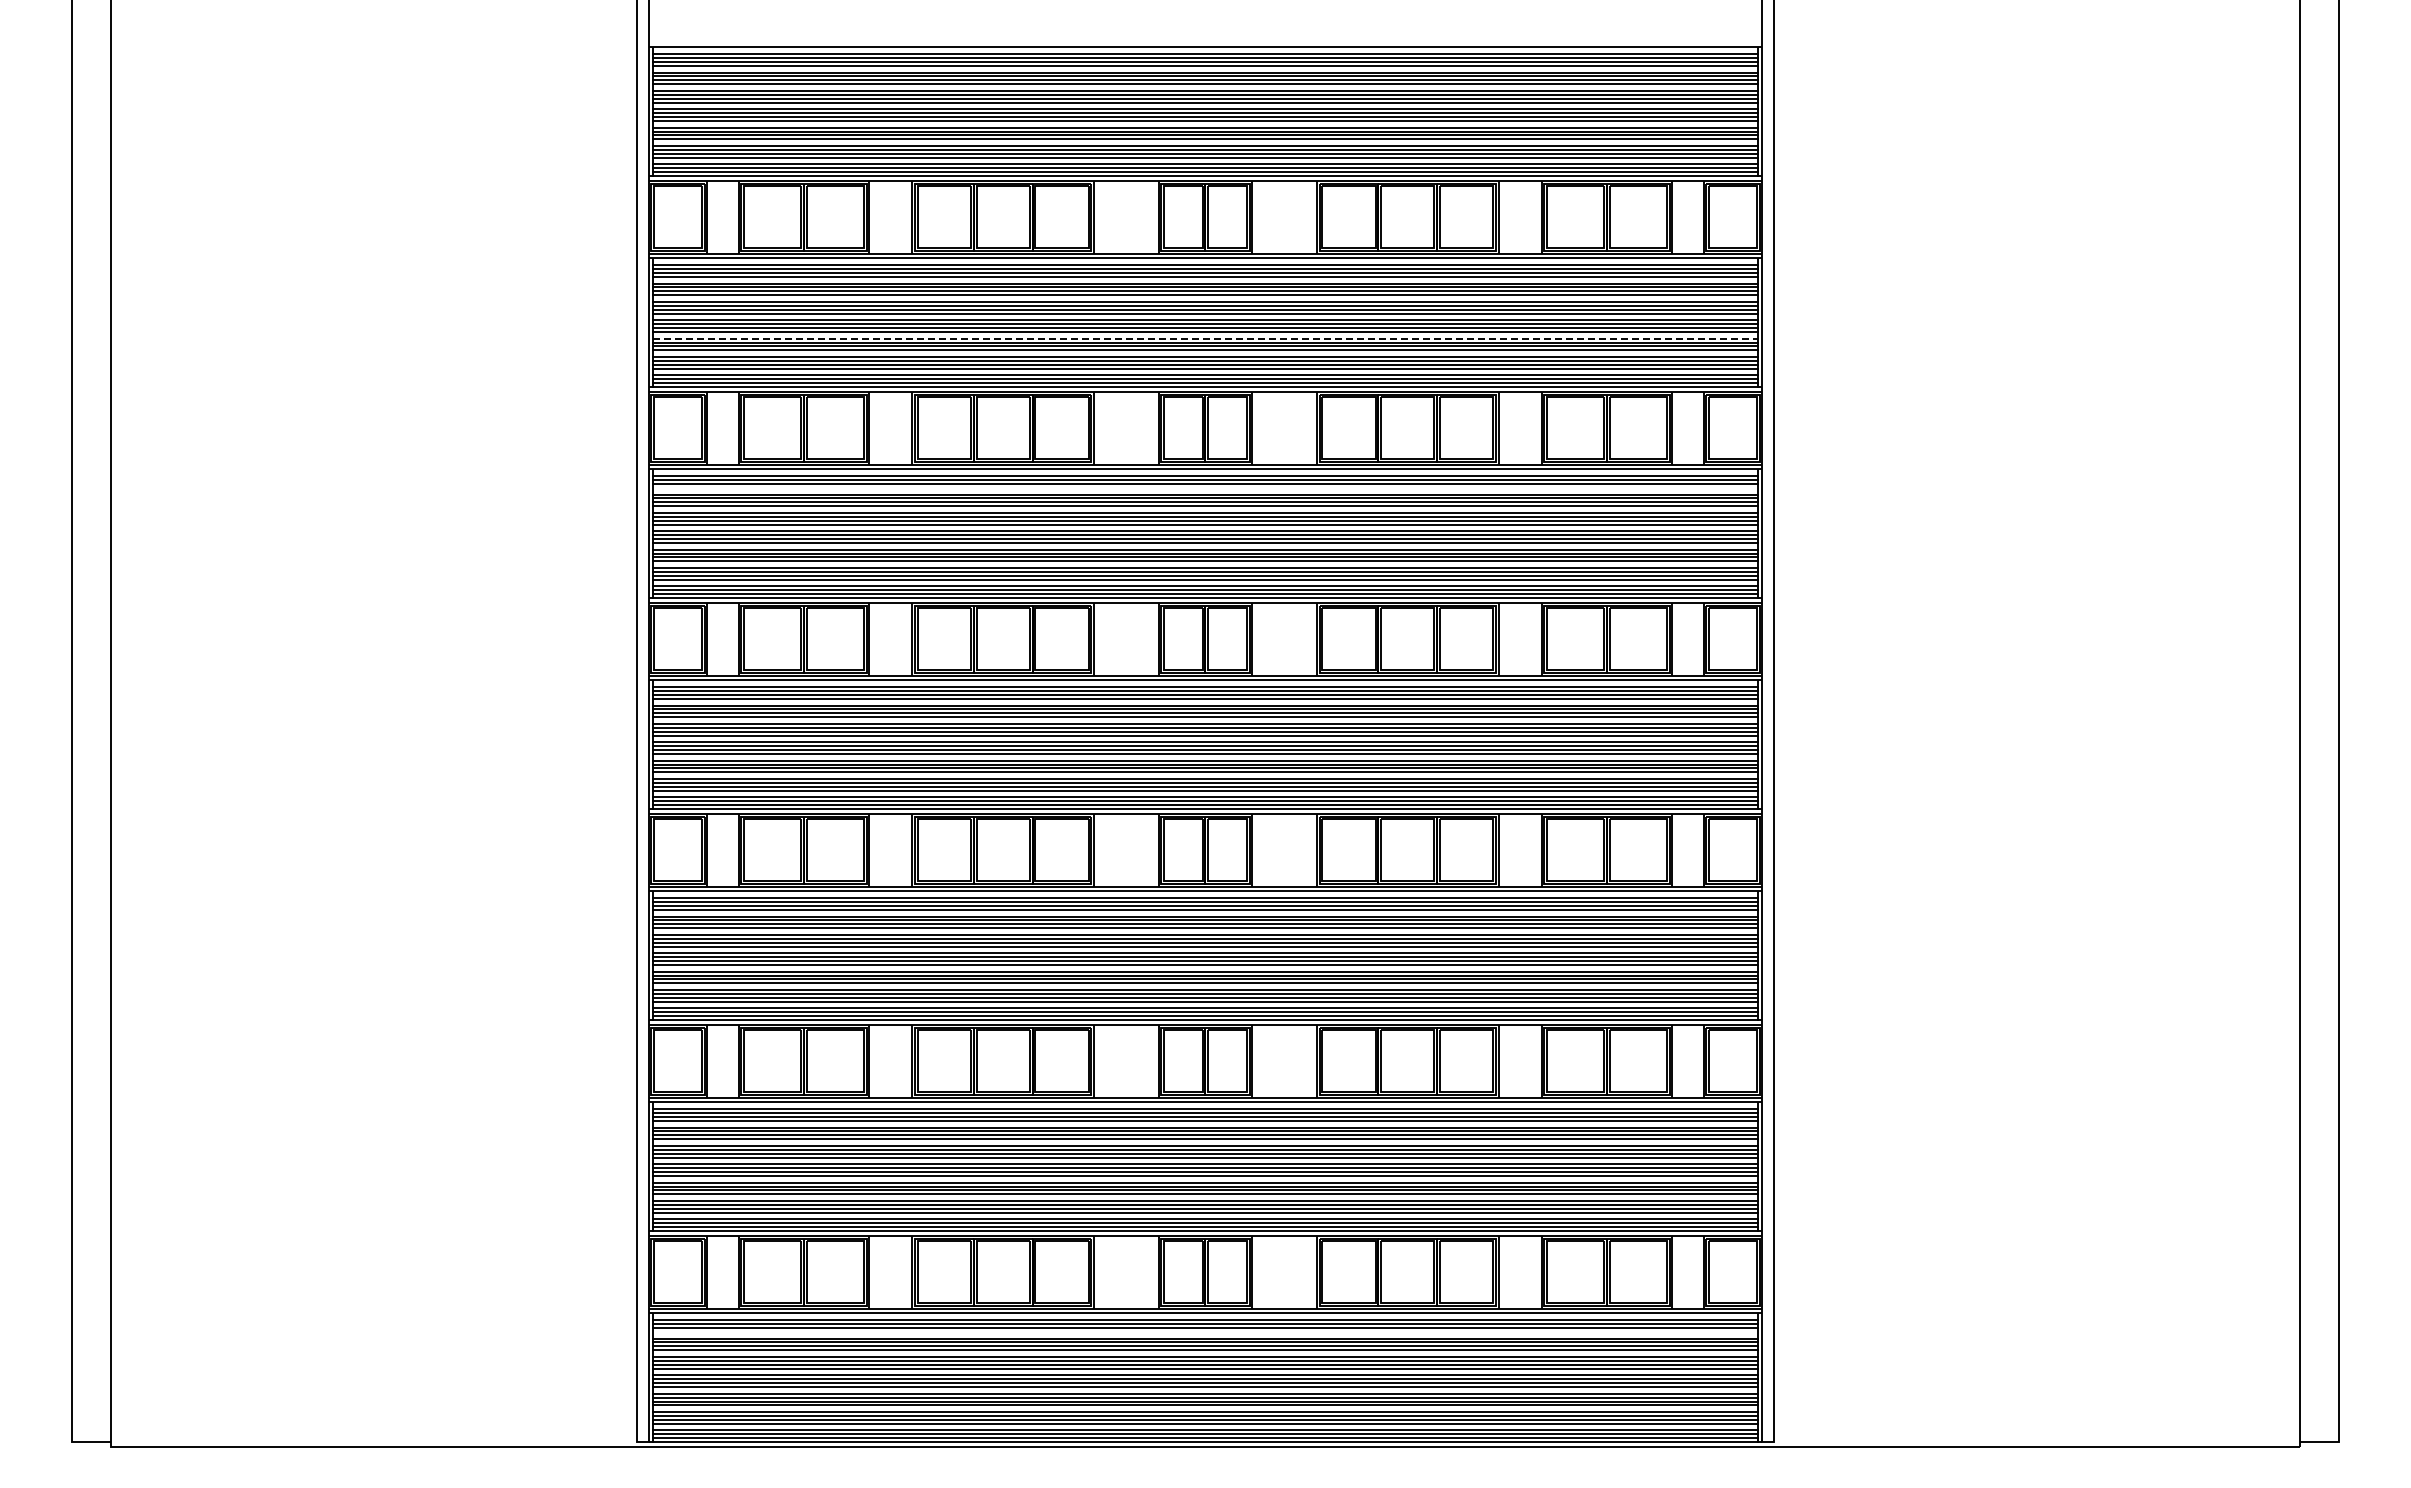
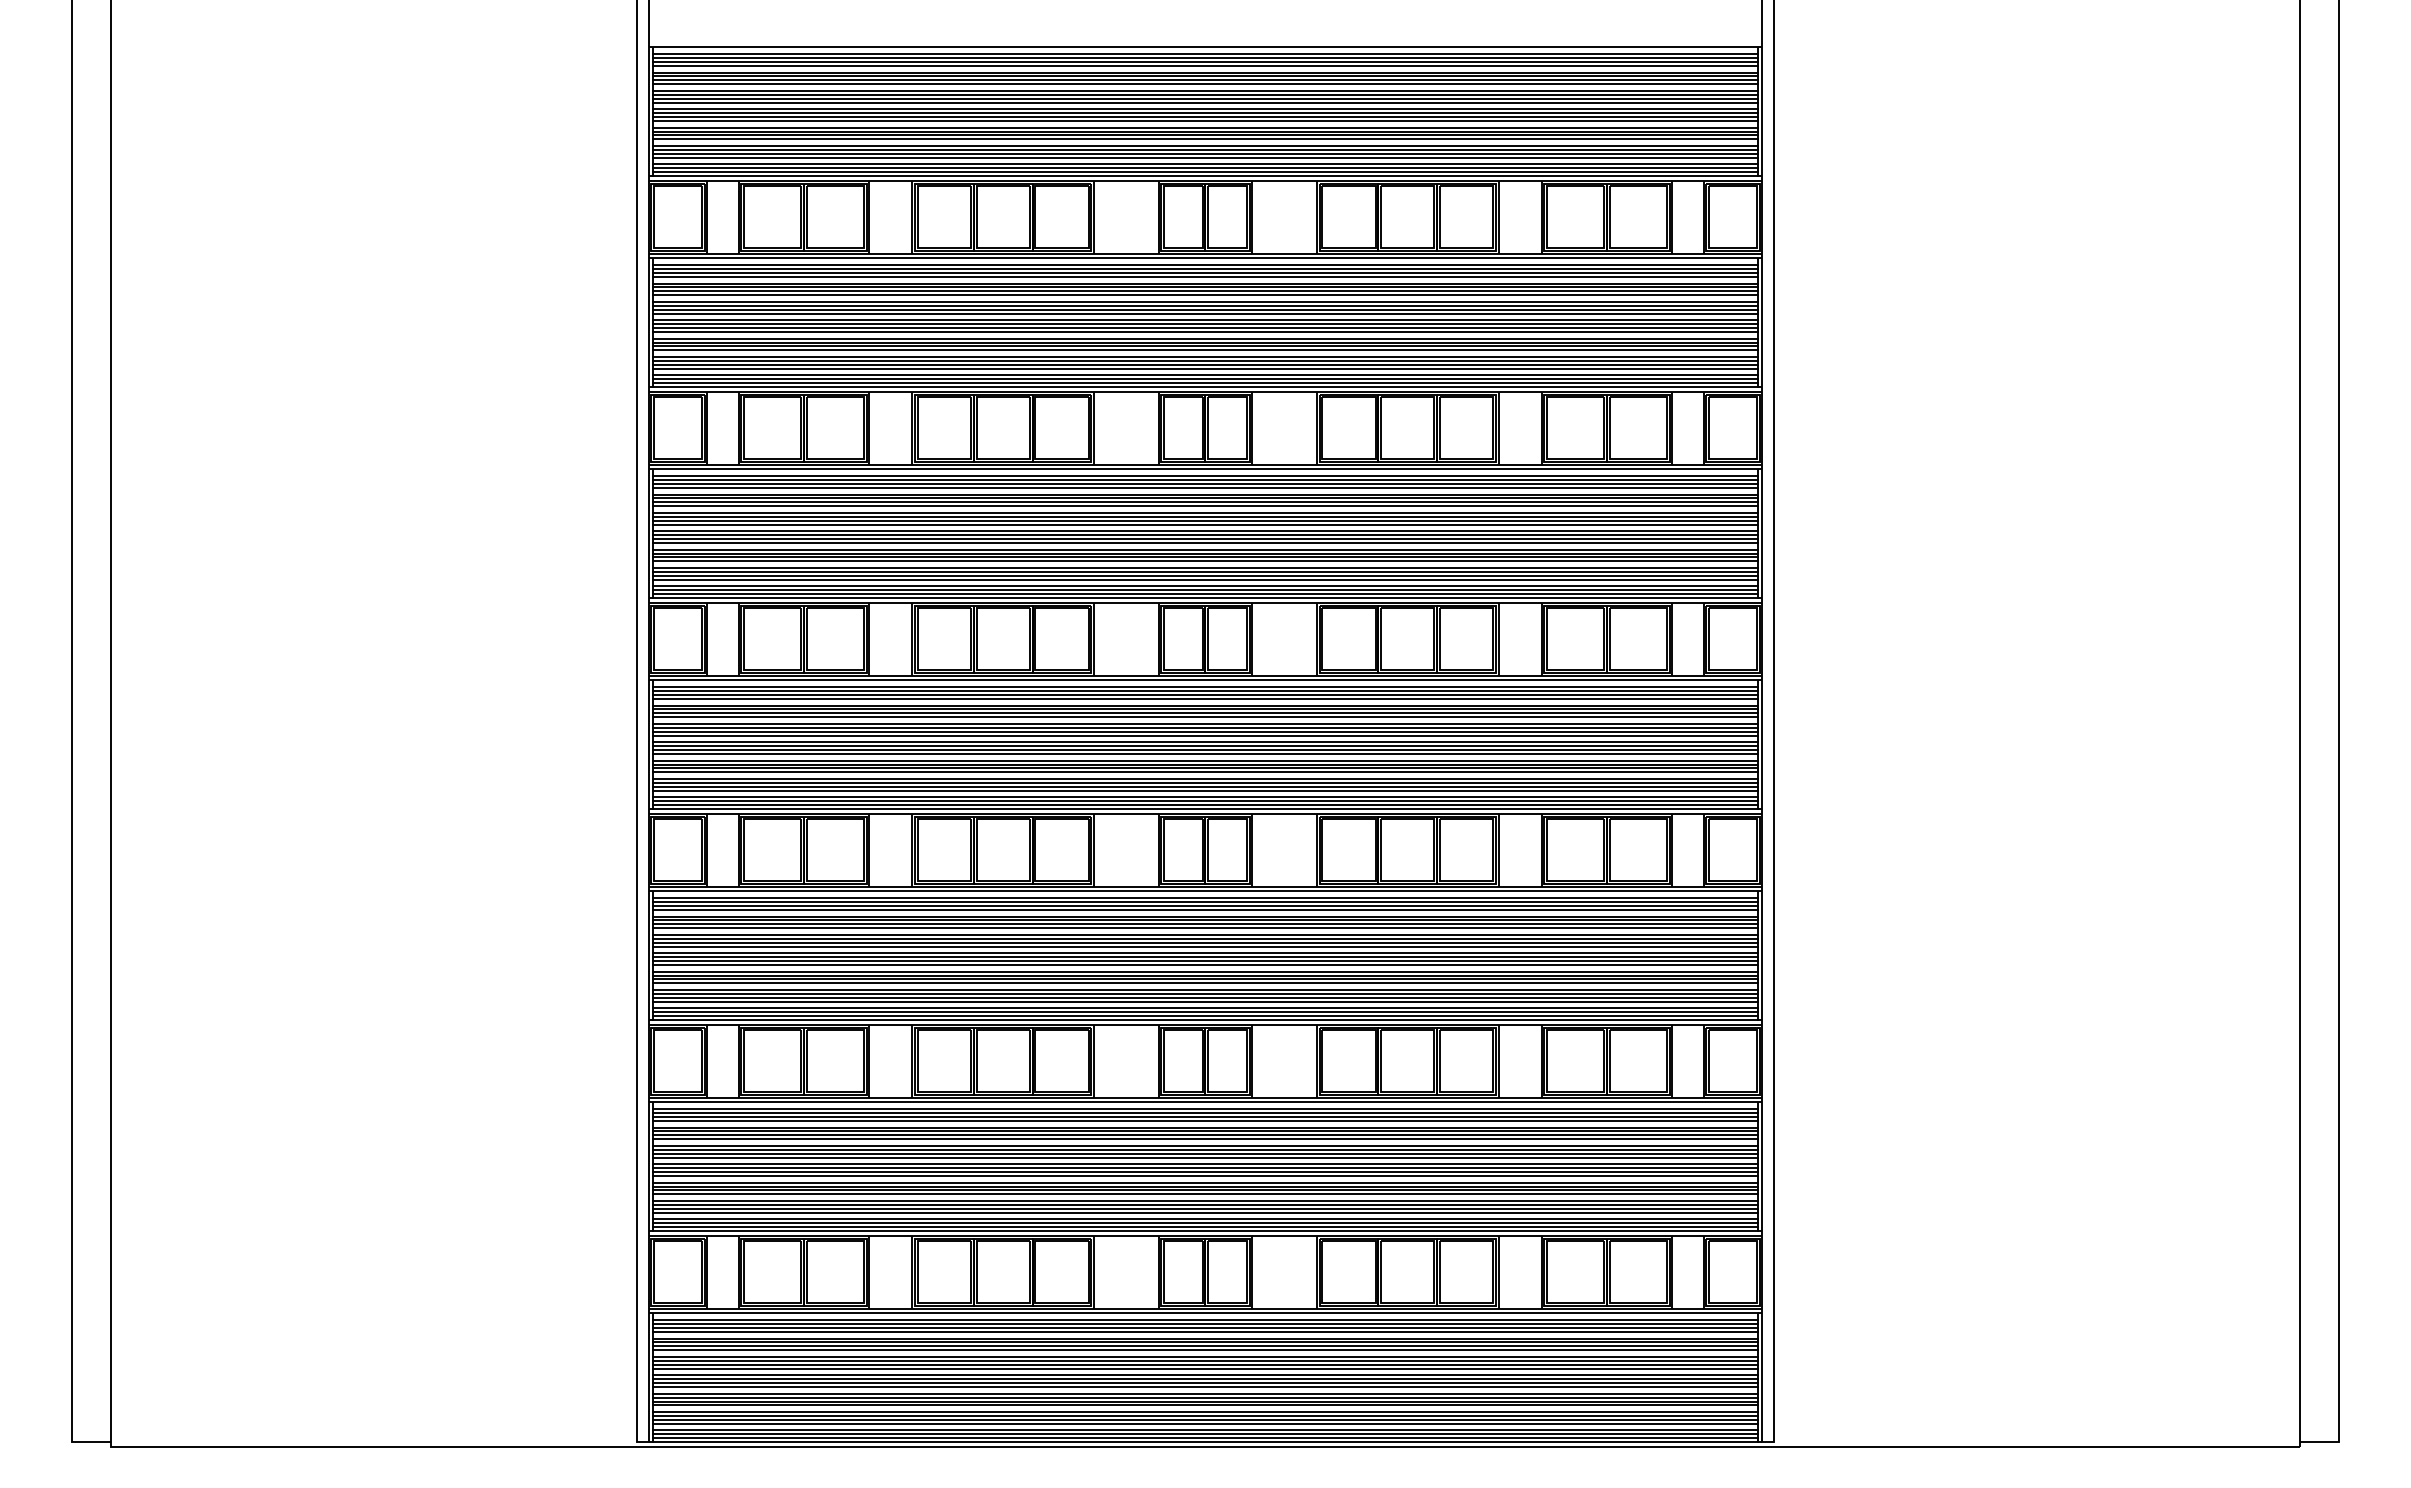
line at (1205, 338): dashed -> solid
line at (1205, 487): none -> present
line at (1205, 1331): none -> present
